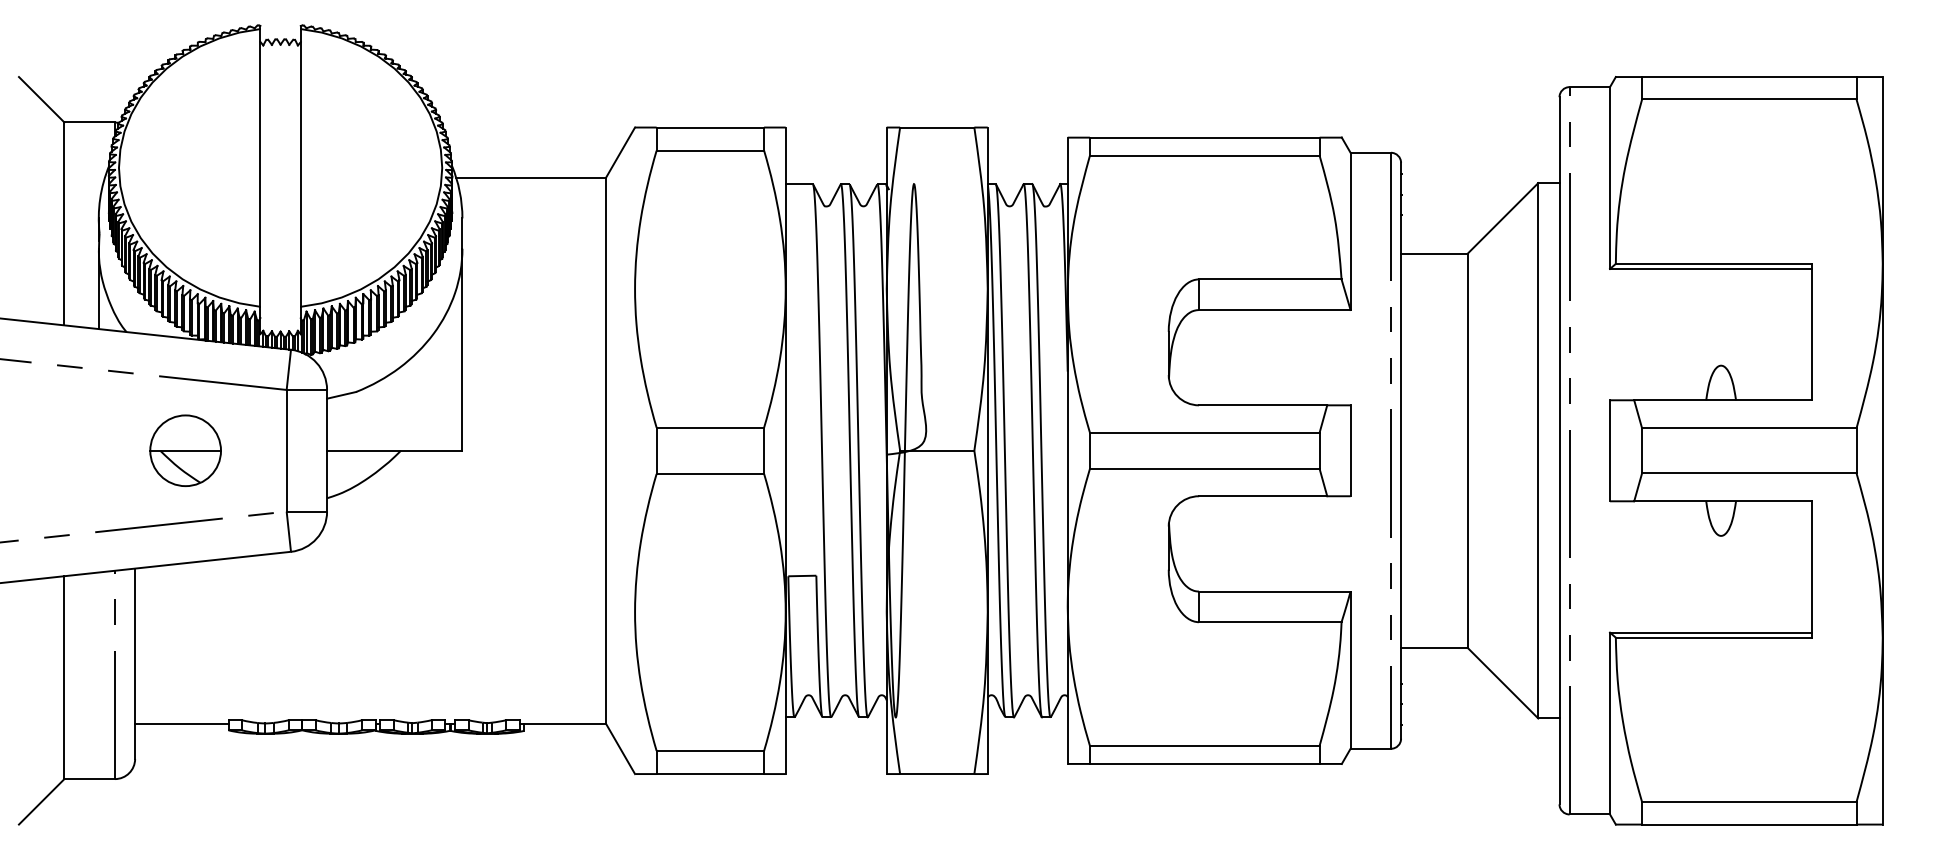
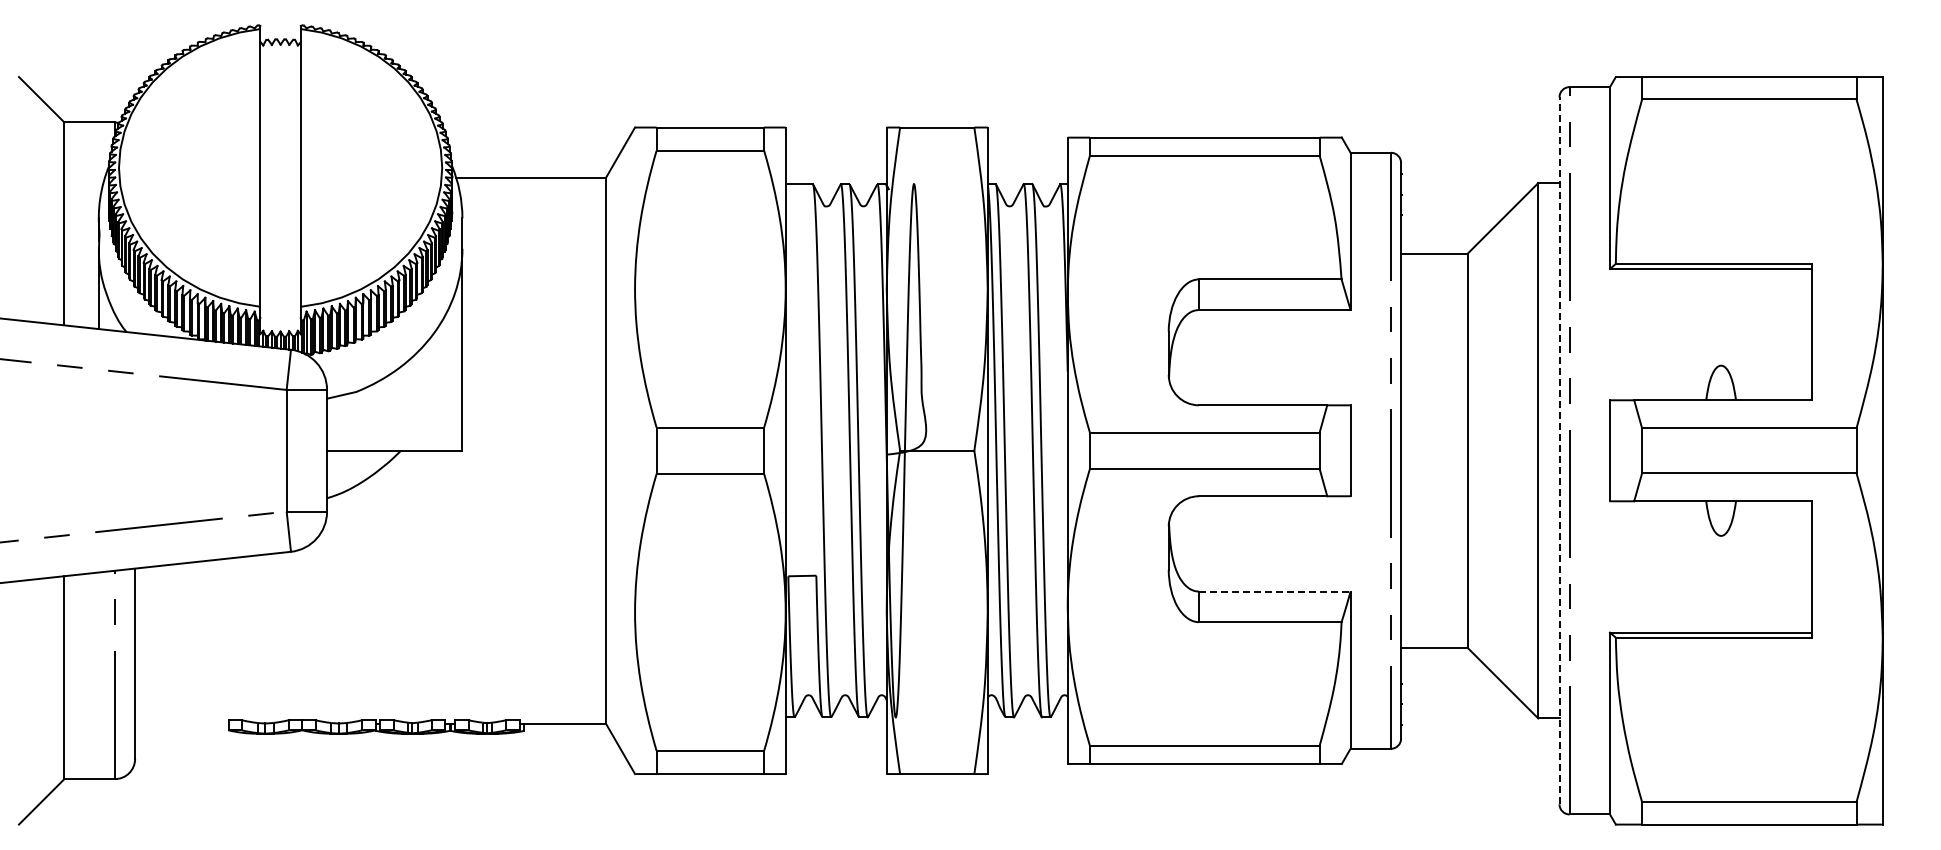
part at (185, 450): present -> none
line at (1559, 450): solid -> dashed
line at (1274, 591): solid -> dashed
line at (181, 723): present -> none
